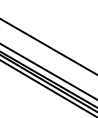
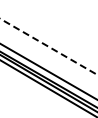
line at (48, 46): solid -> dashed
